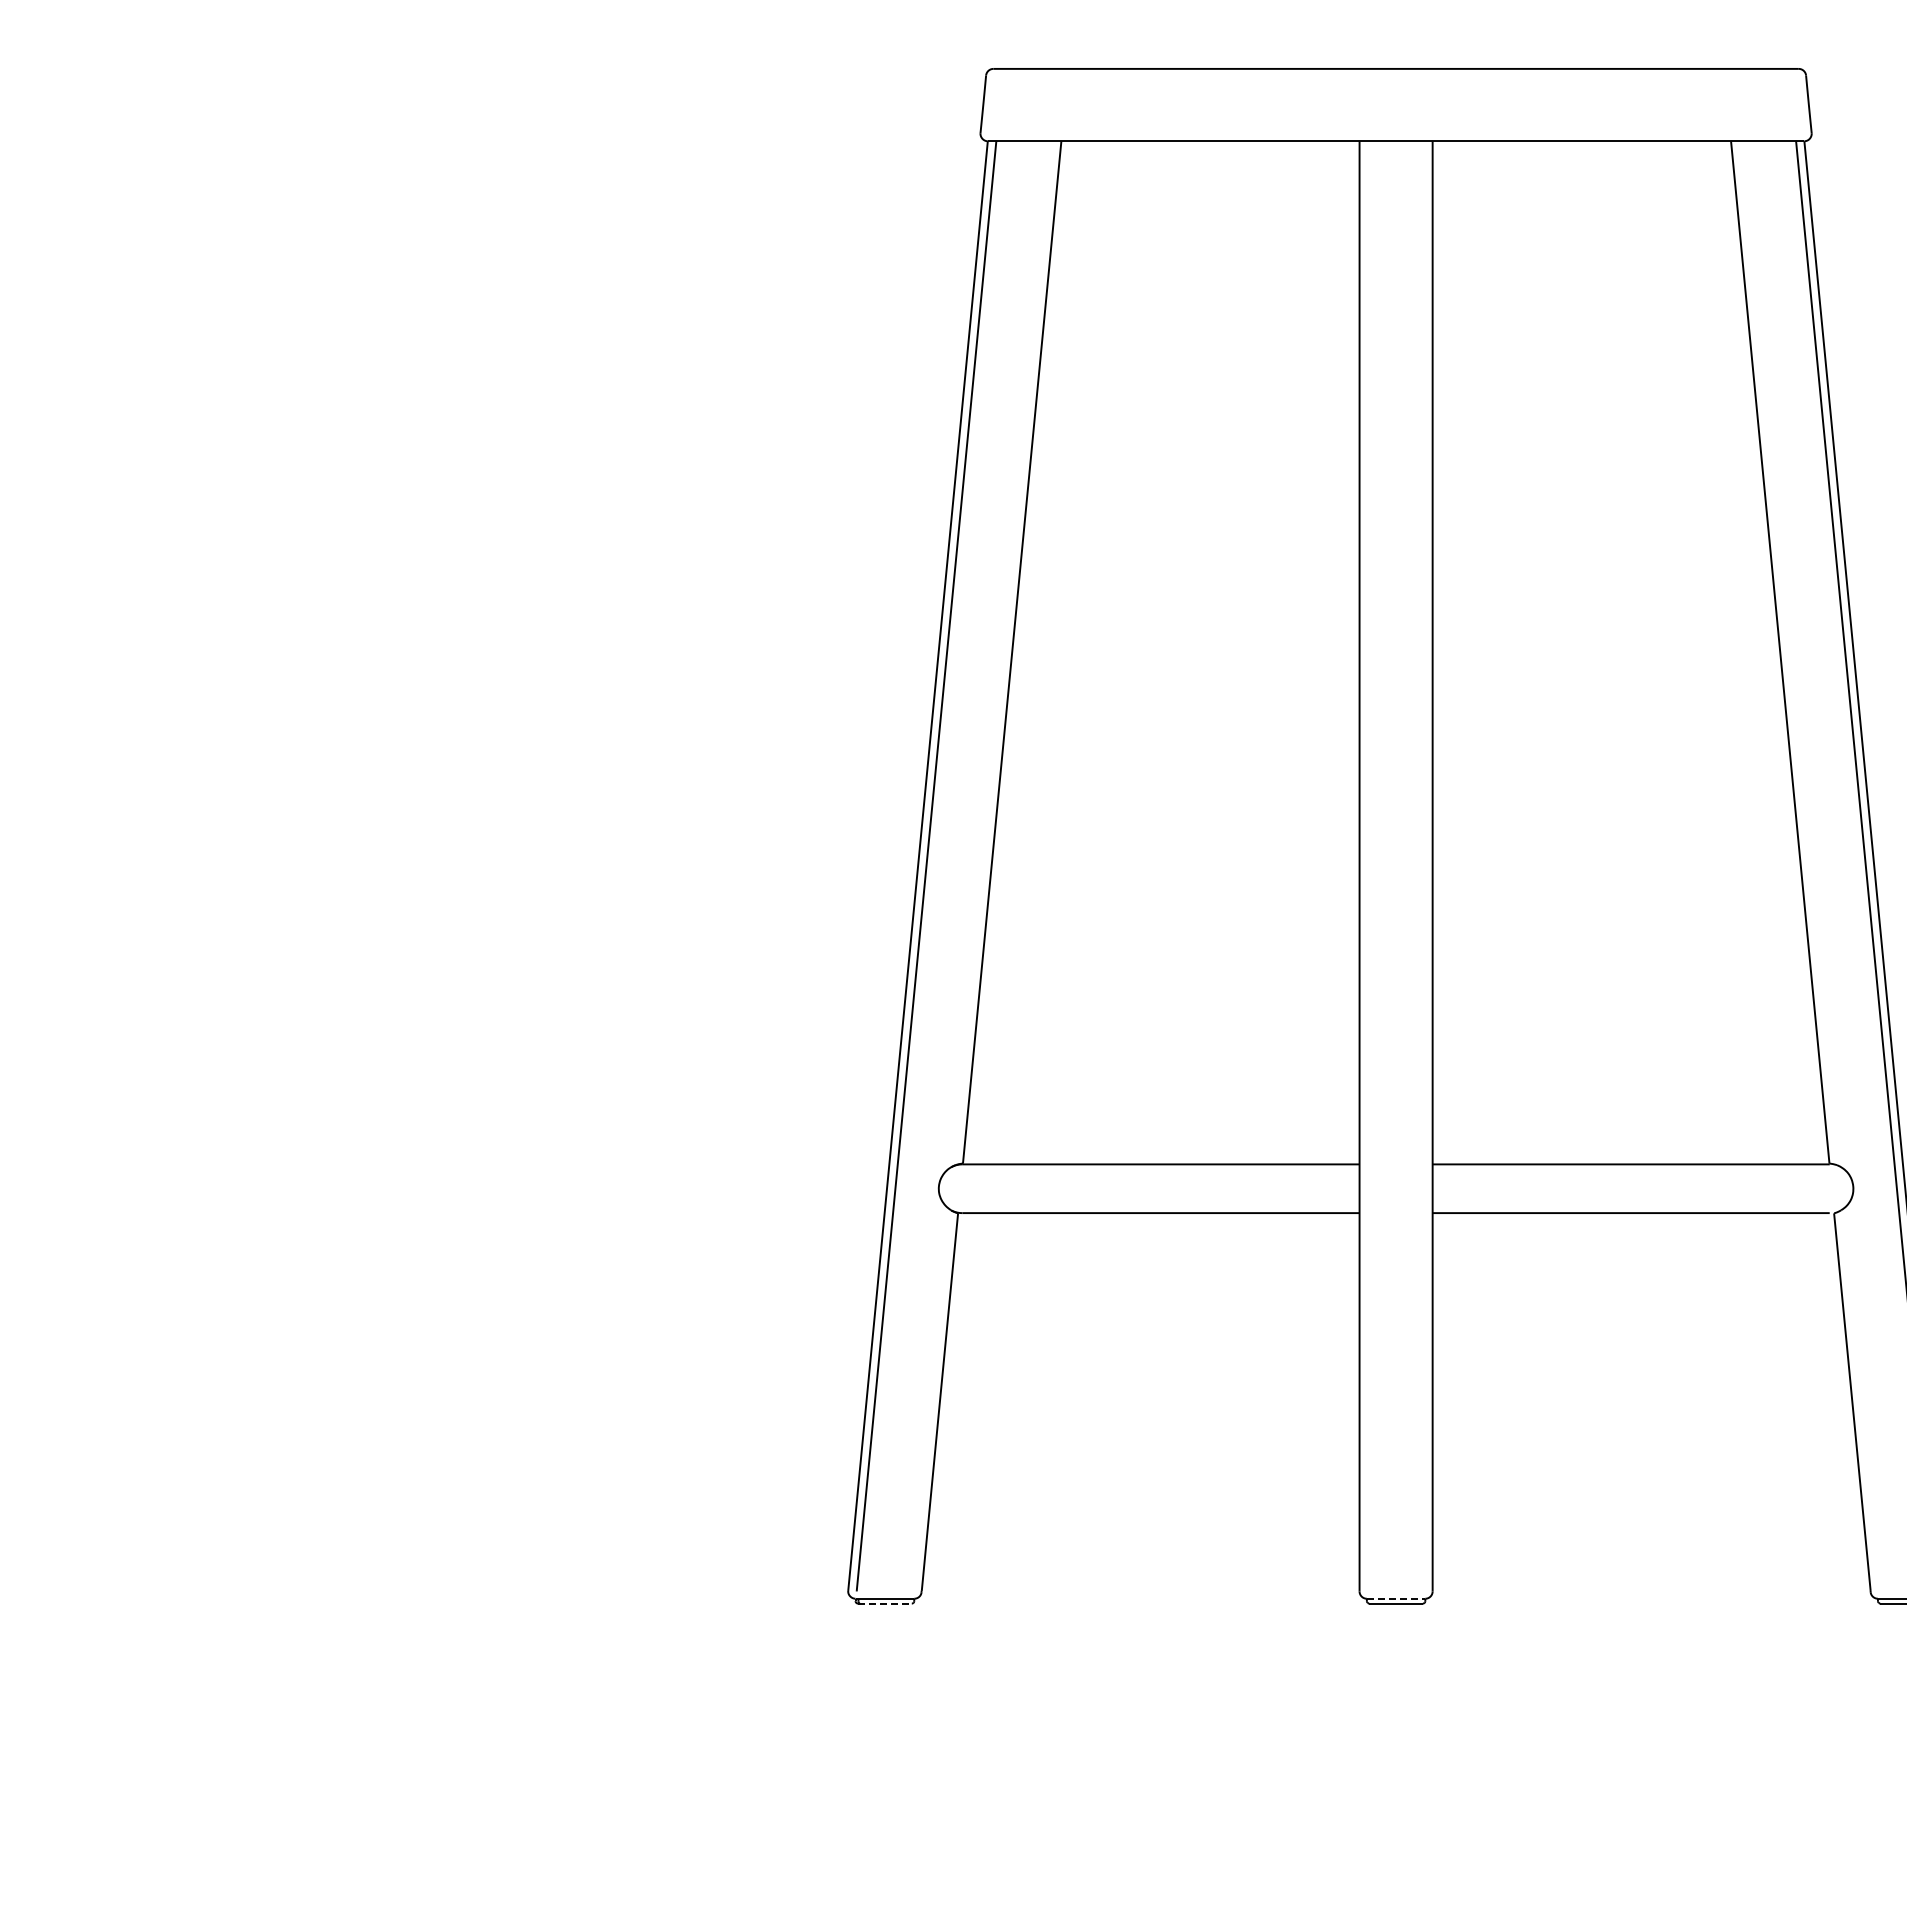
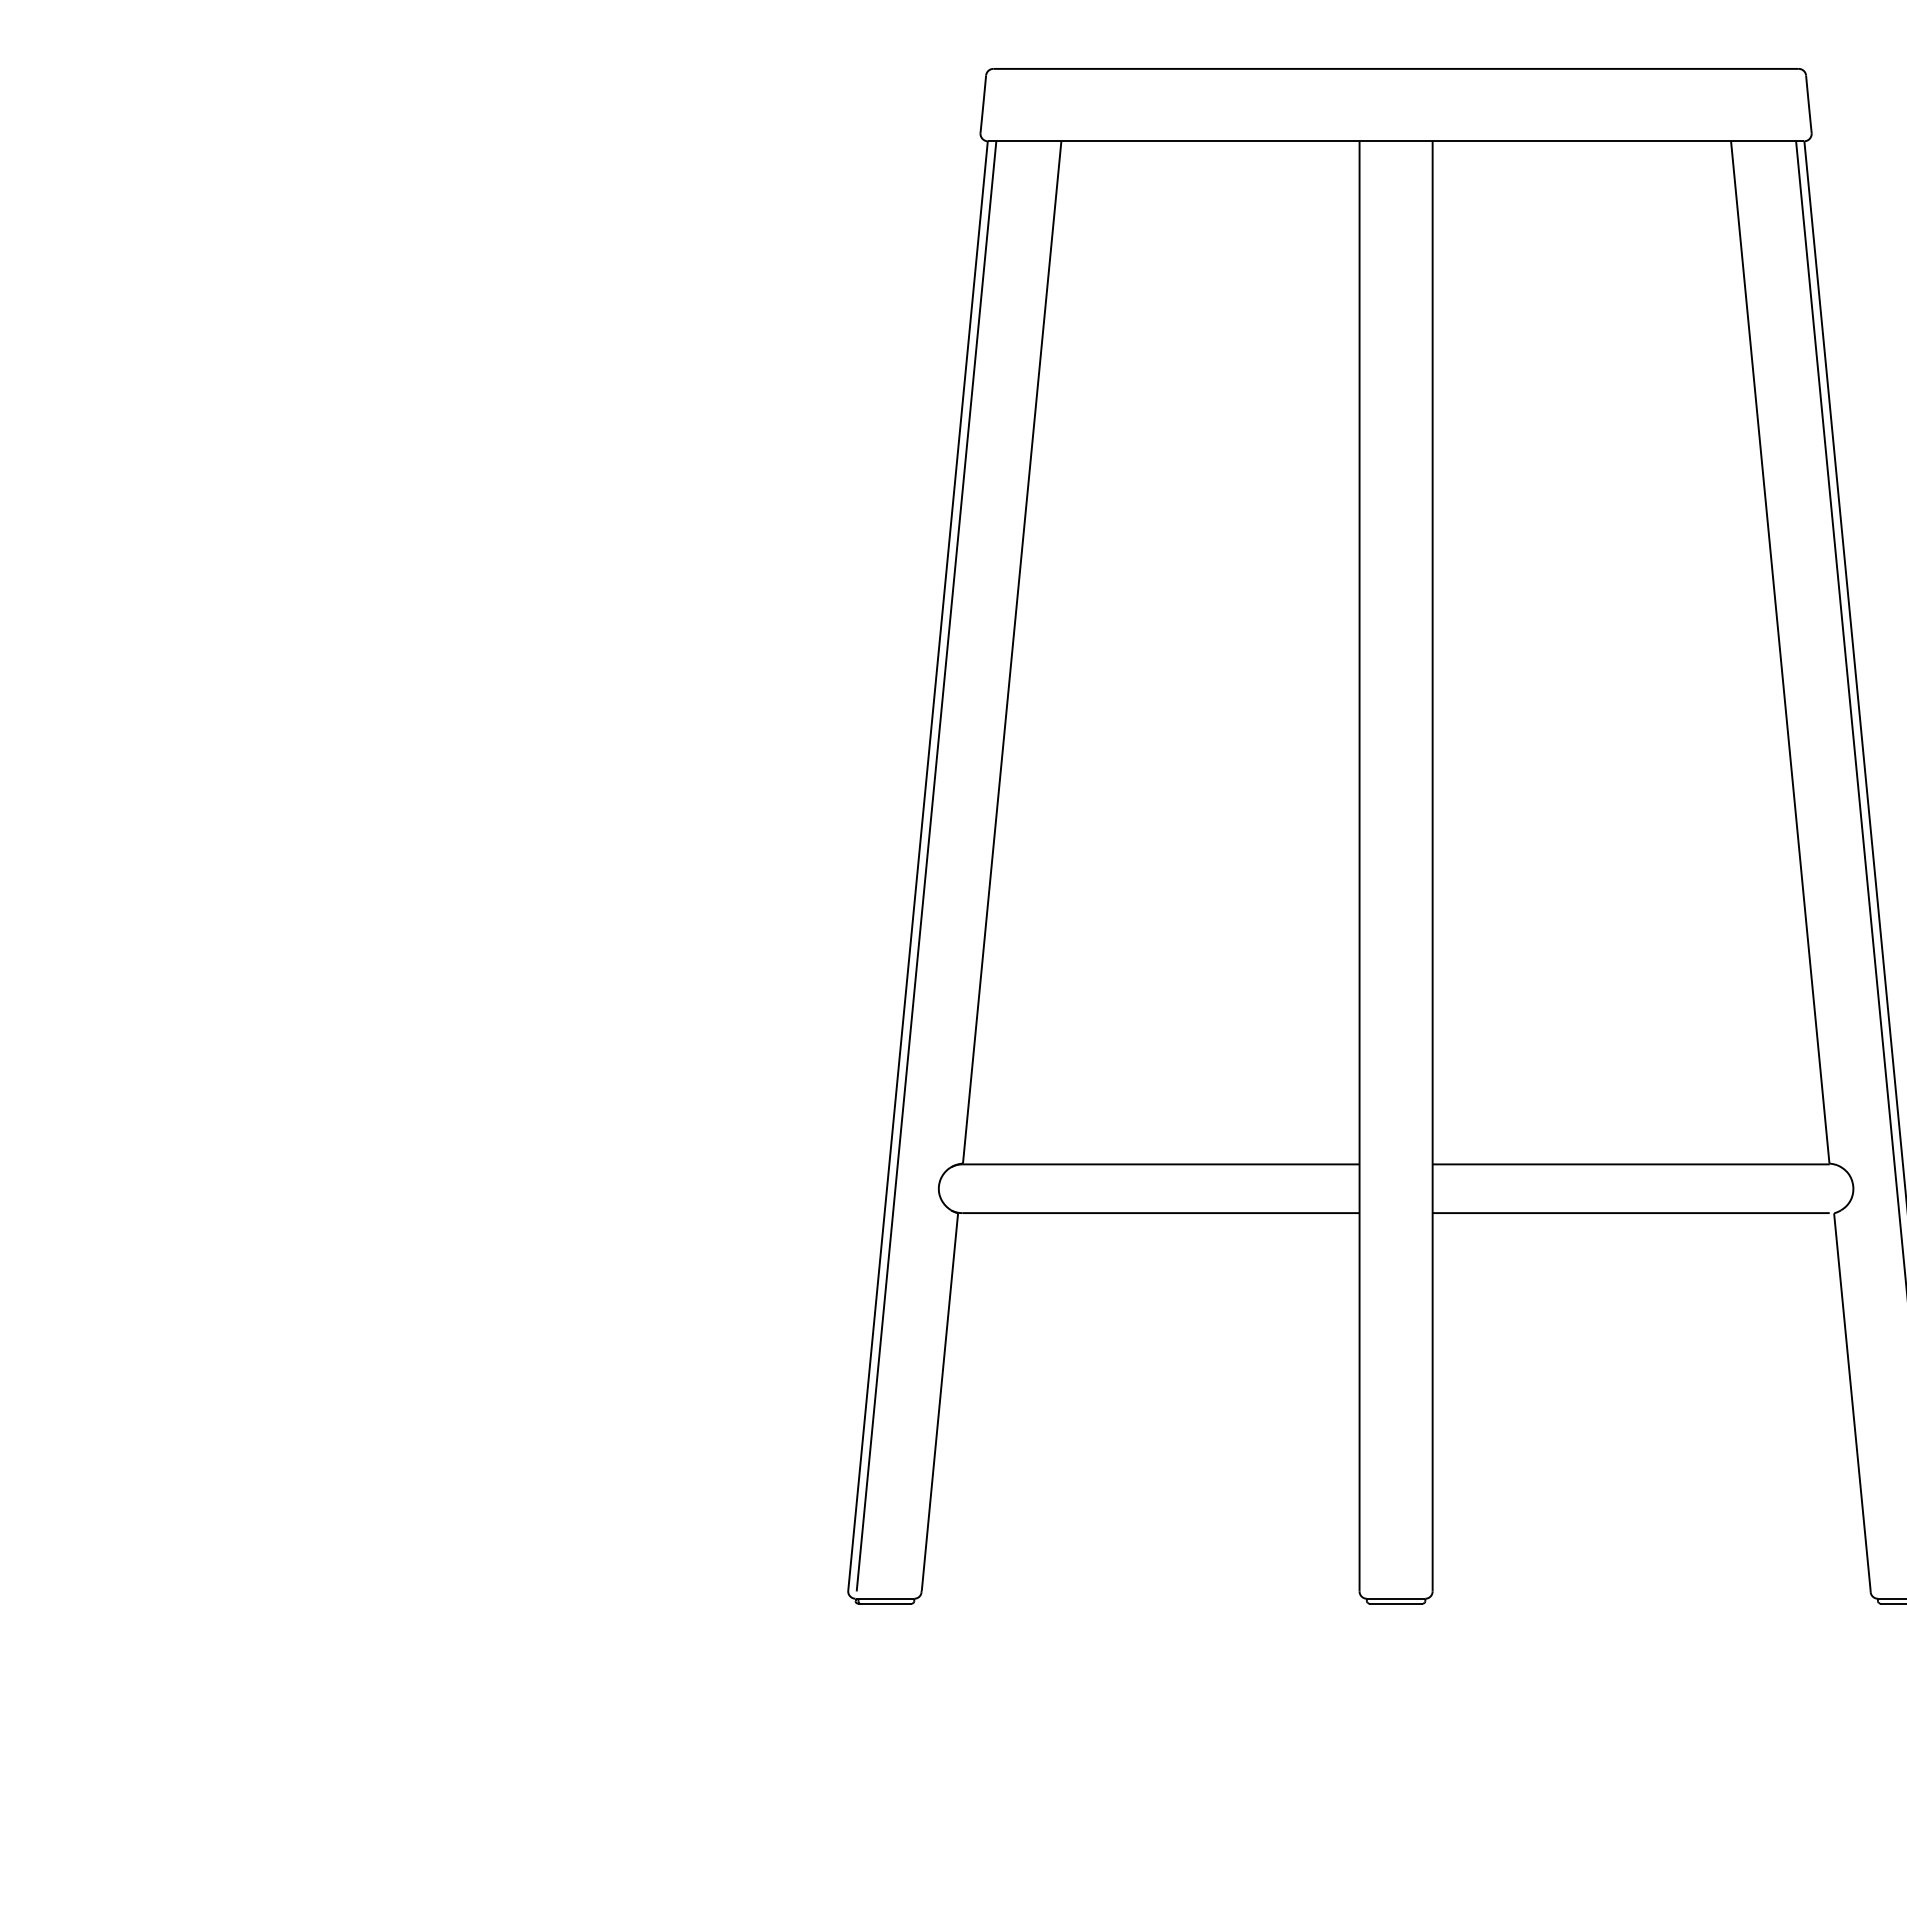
line at (1396, 1598): dashed -> solid
line at (884, 1603): dashed -> solid
